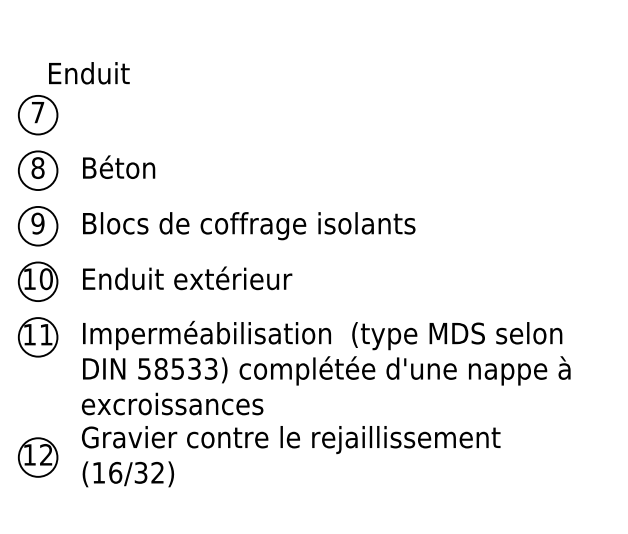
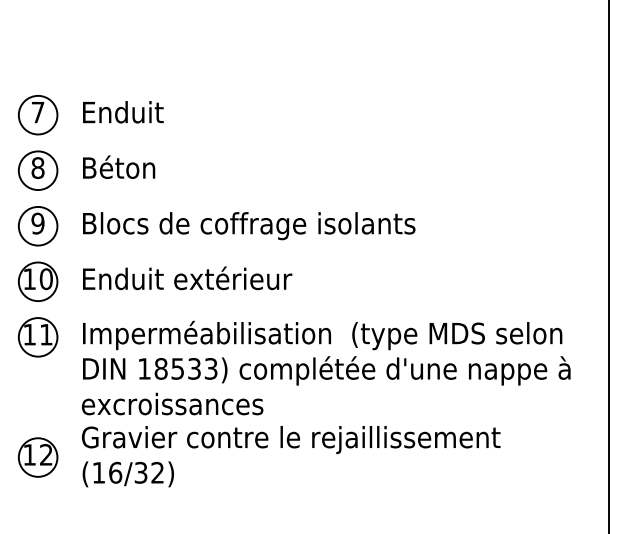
text at (89, 73) position: (89, 73) -> (123, 112)
line at (609, 266): none -> present
text at (144, 368): 58533) -> 18533)
